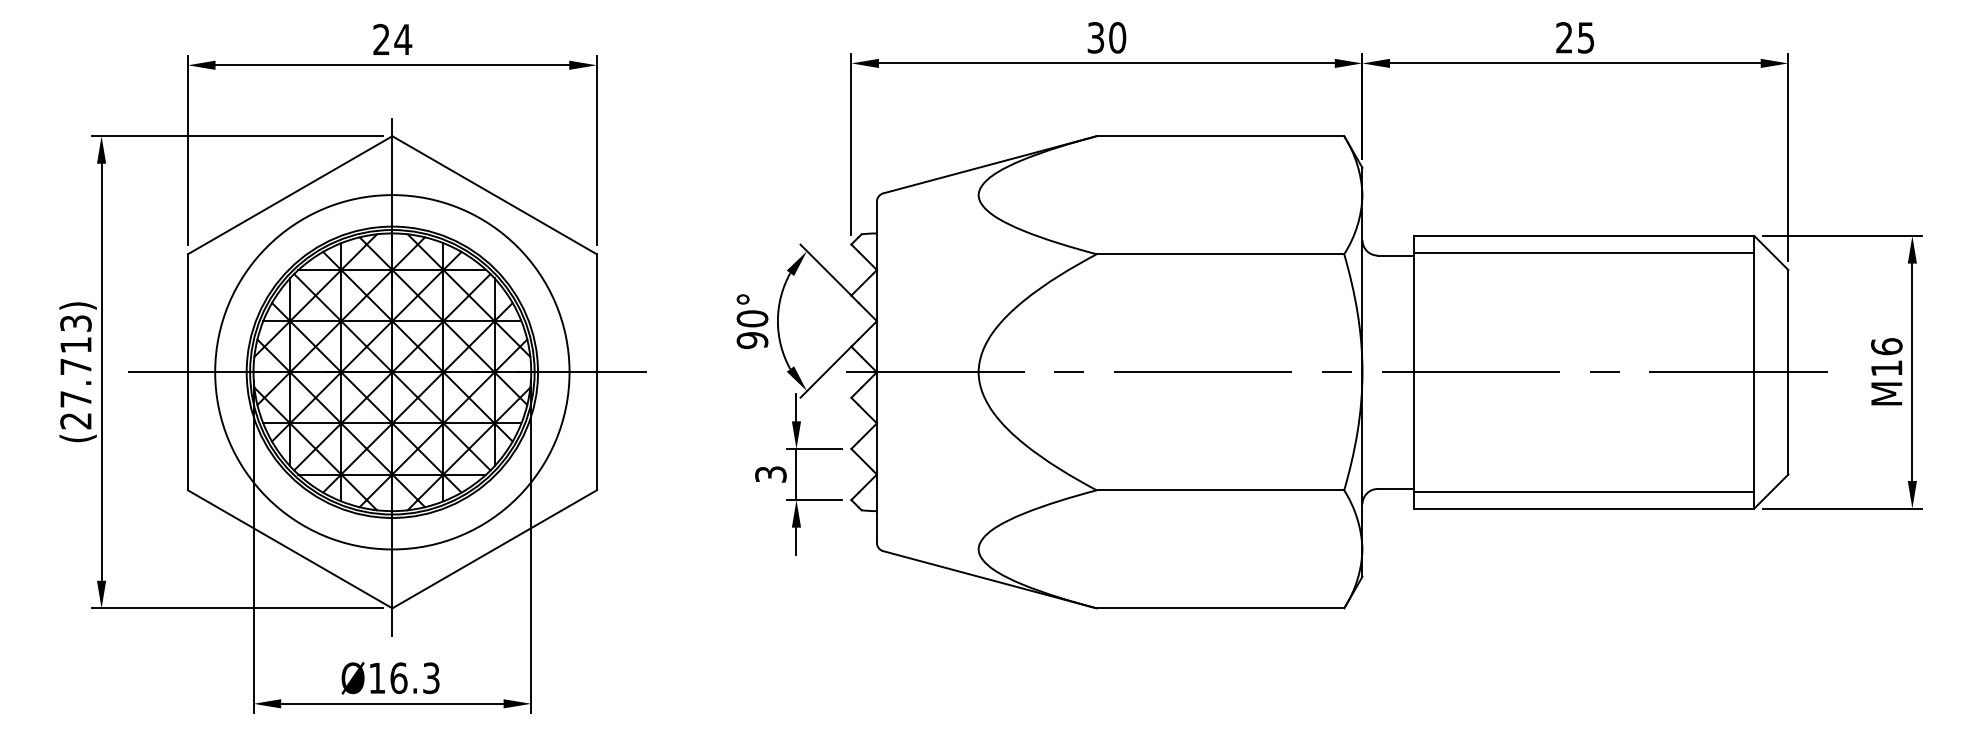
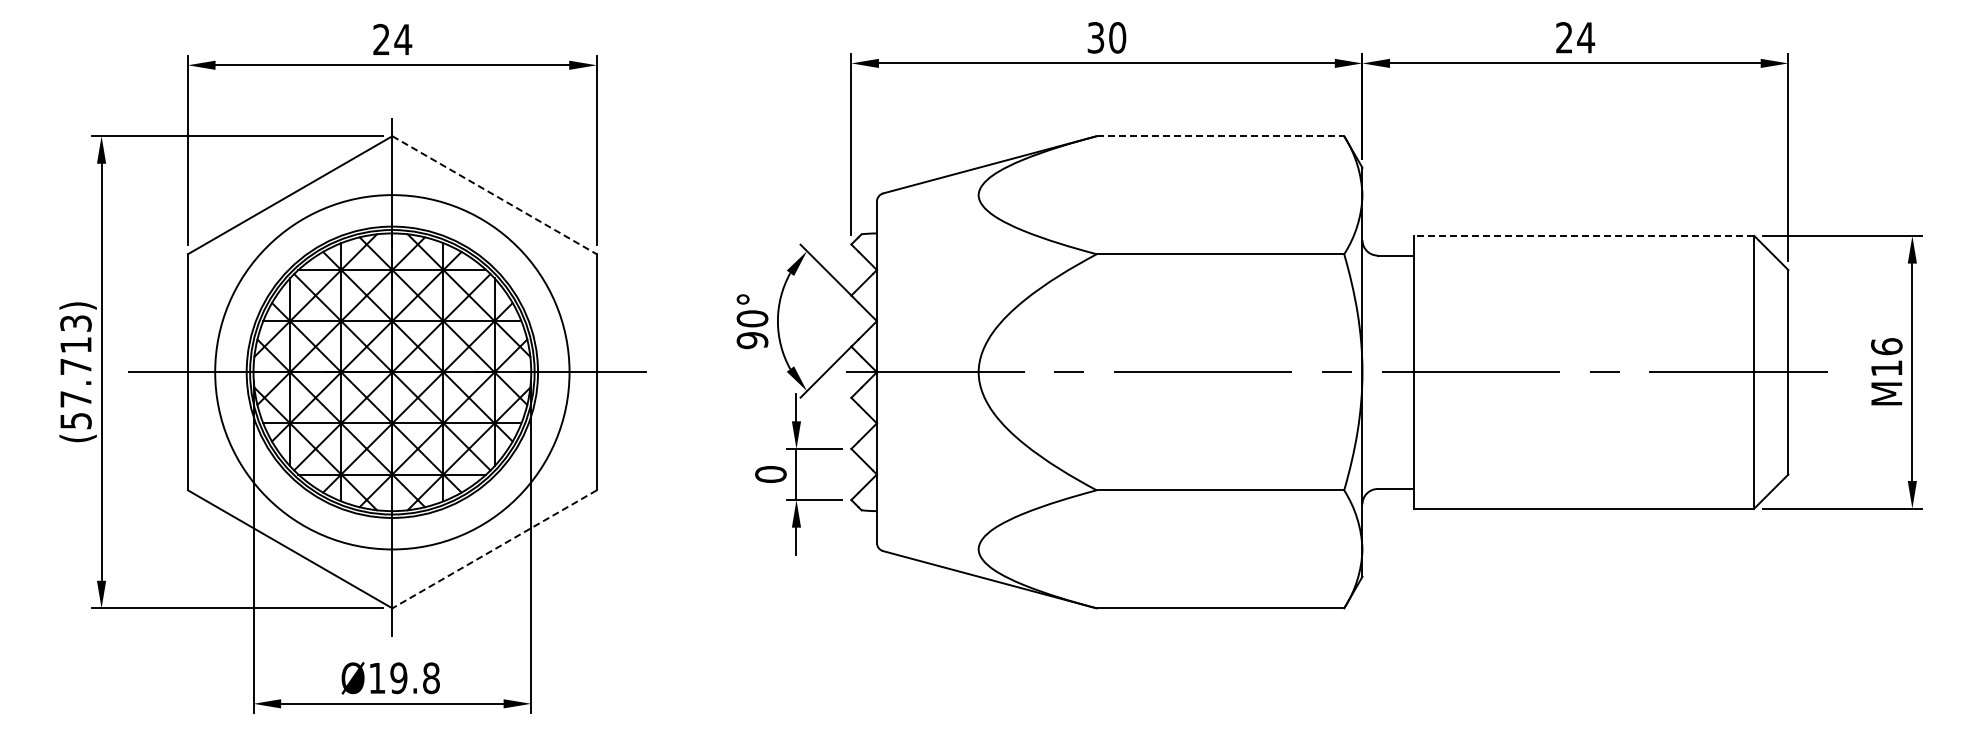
text at (1586, 37): 25 -> 24
line at (1220, 136): solid -> dashed
line at (495, 195): solid -> dashed
line at (1583, 236): solid -> dashed
line at (1583, 253): present -> none
text at (75, 421): (27.713) -> (57.713)
text at (770, 474): 3 -> 0
line at (1583, 491): present -> none
line at (494, 549): solid -> dashed
text at (414, 678): Ø16.3 -> Ø19.8
